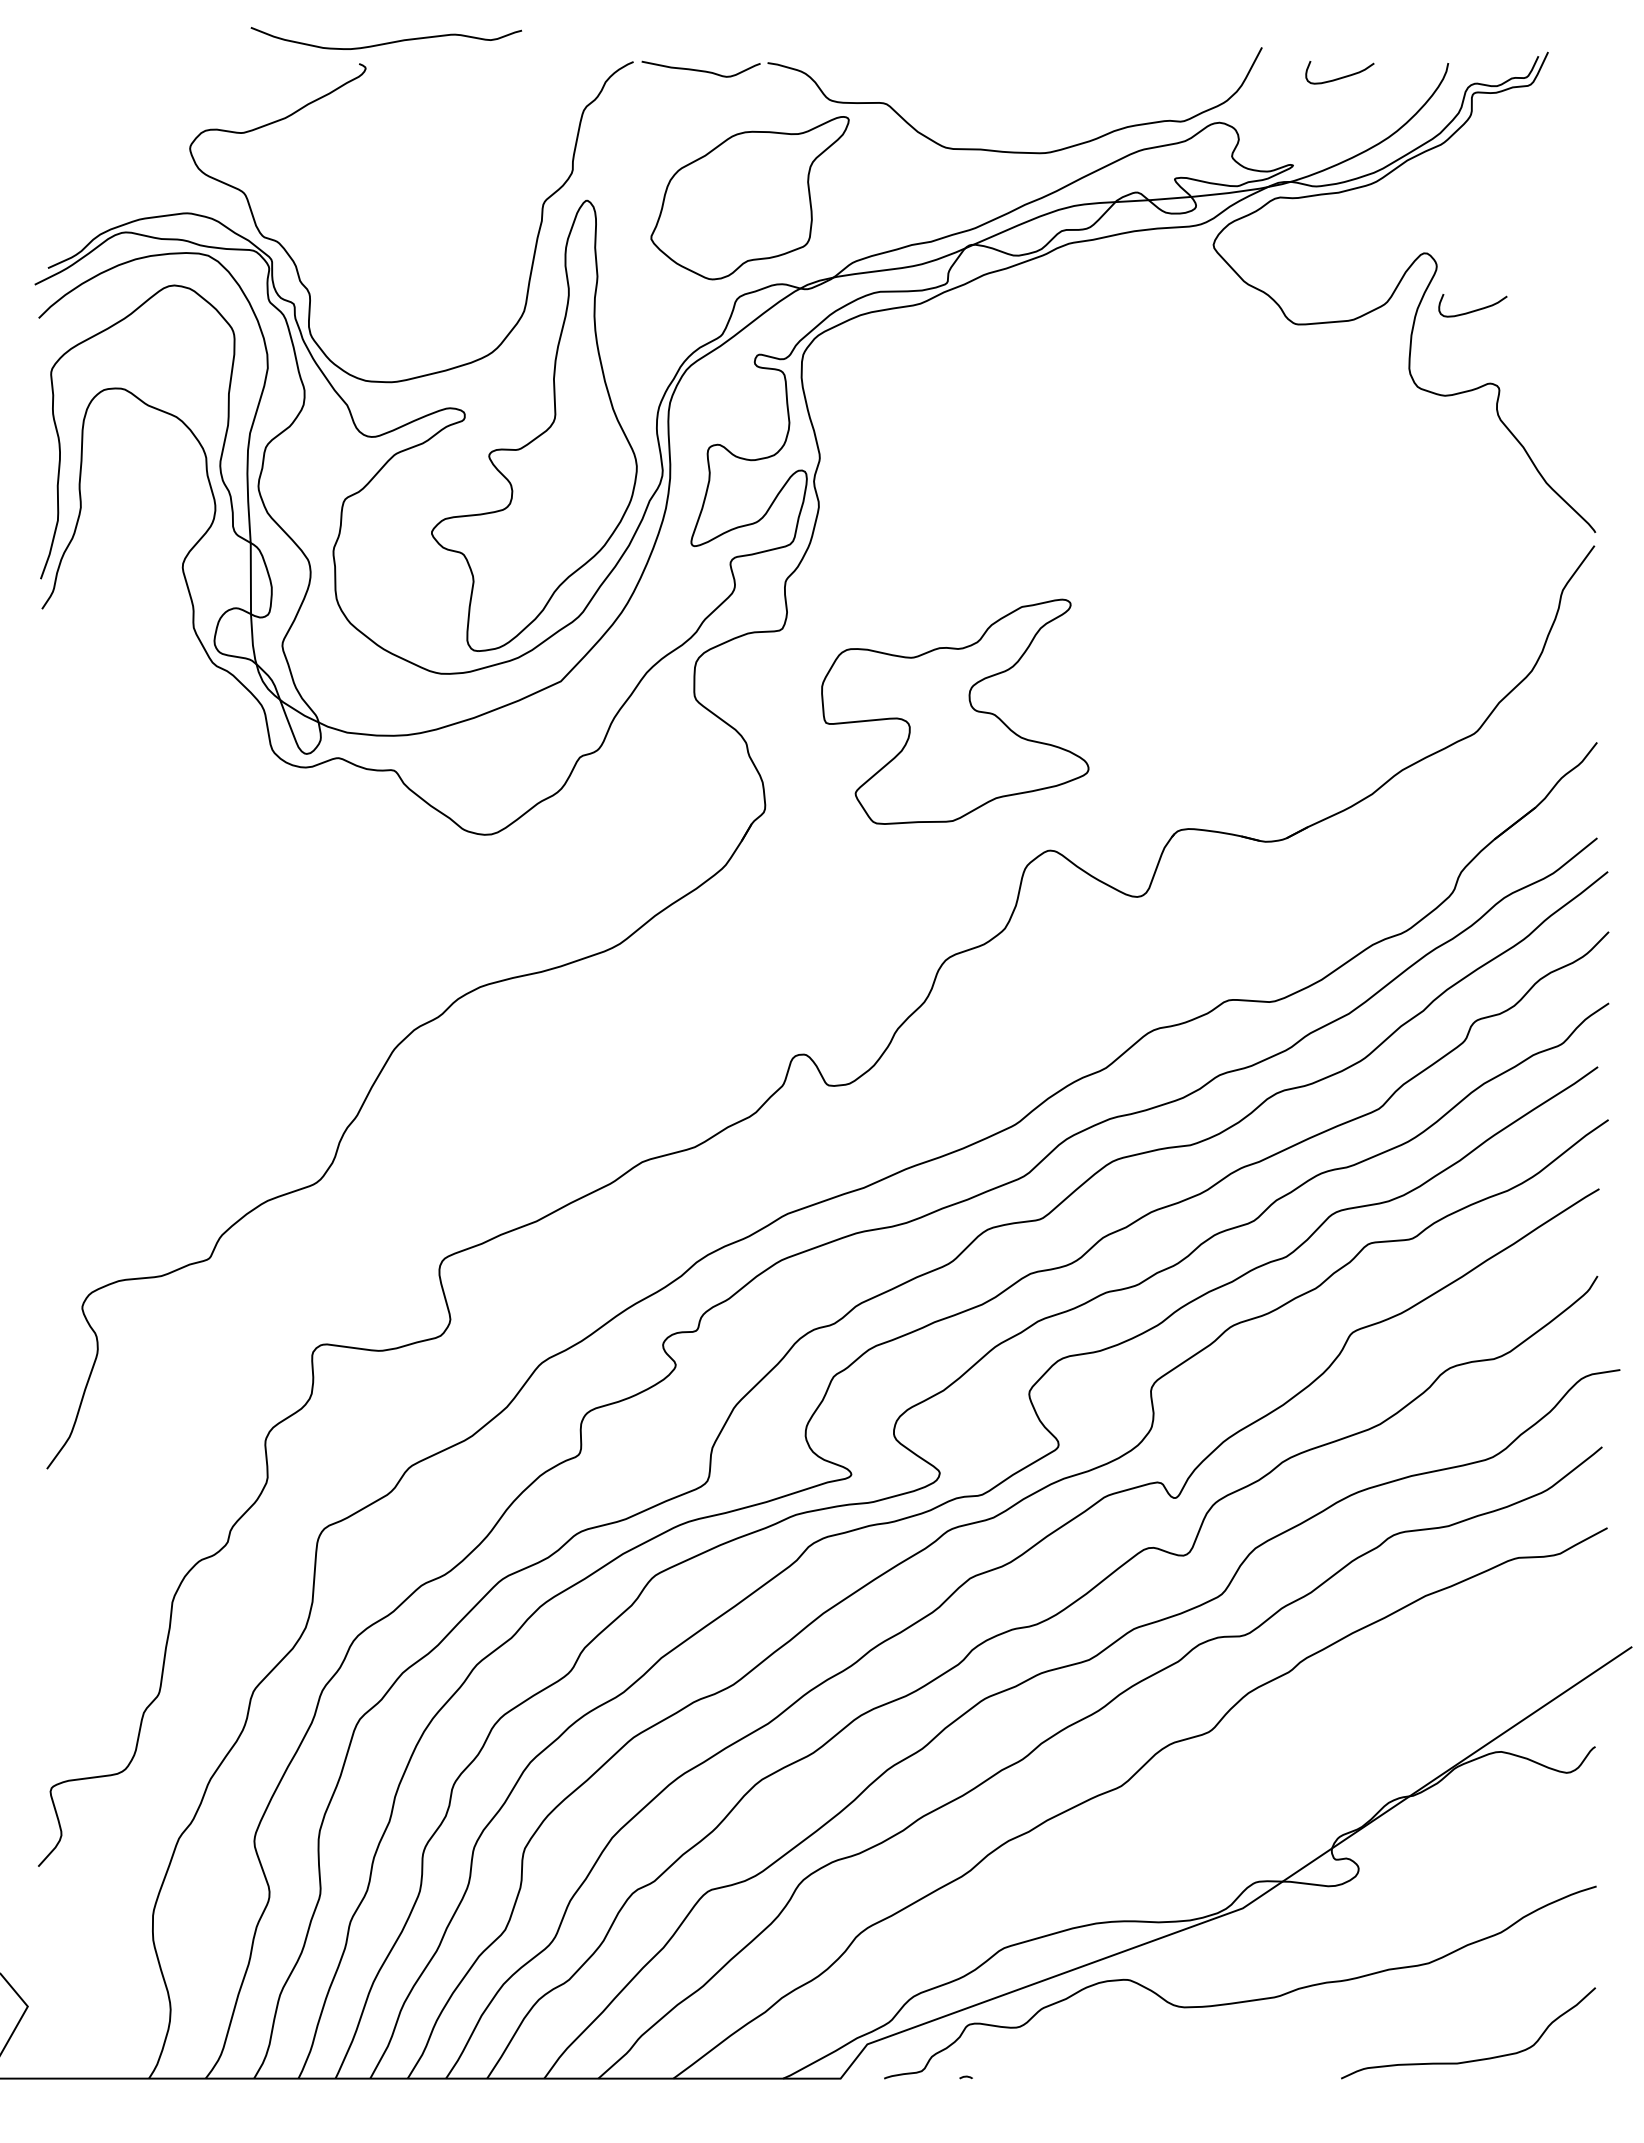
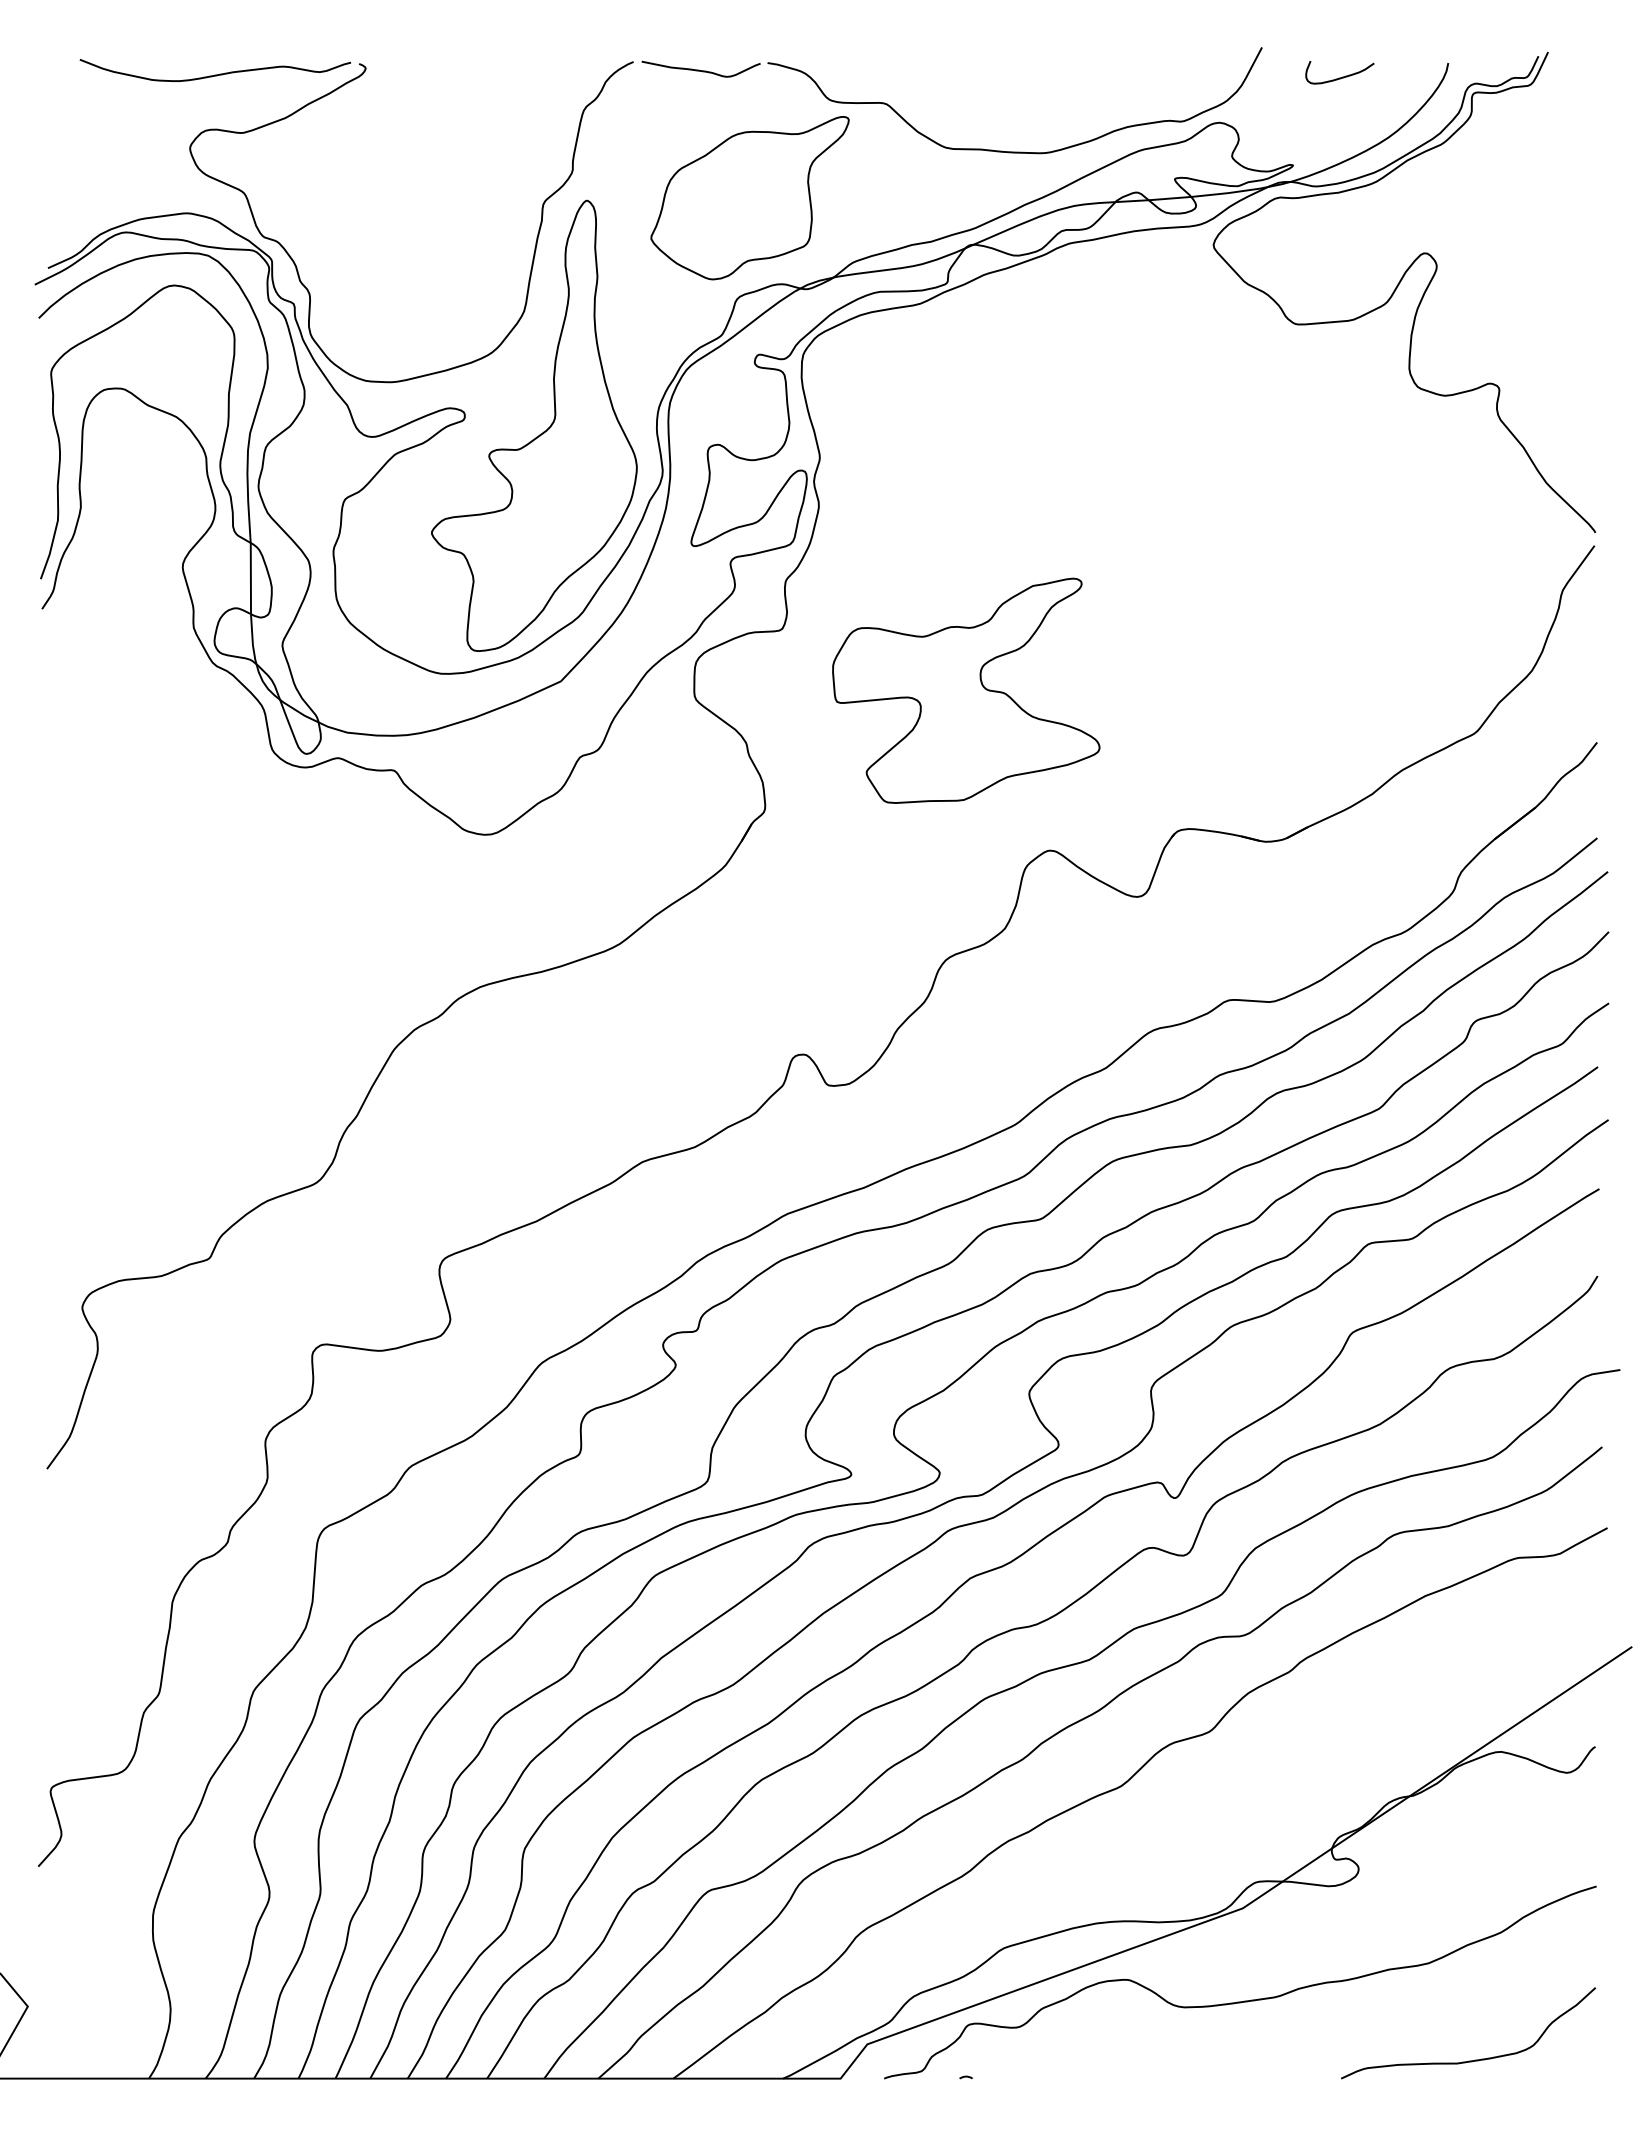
curve at (386, 42) position: (386, 42) -> (215, 74)
curve at (1475, 309): present -> none
part at (955, 711) position: (955, 711) -> (966, 690)
